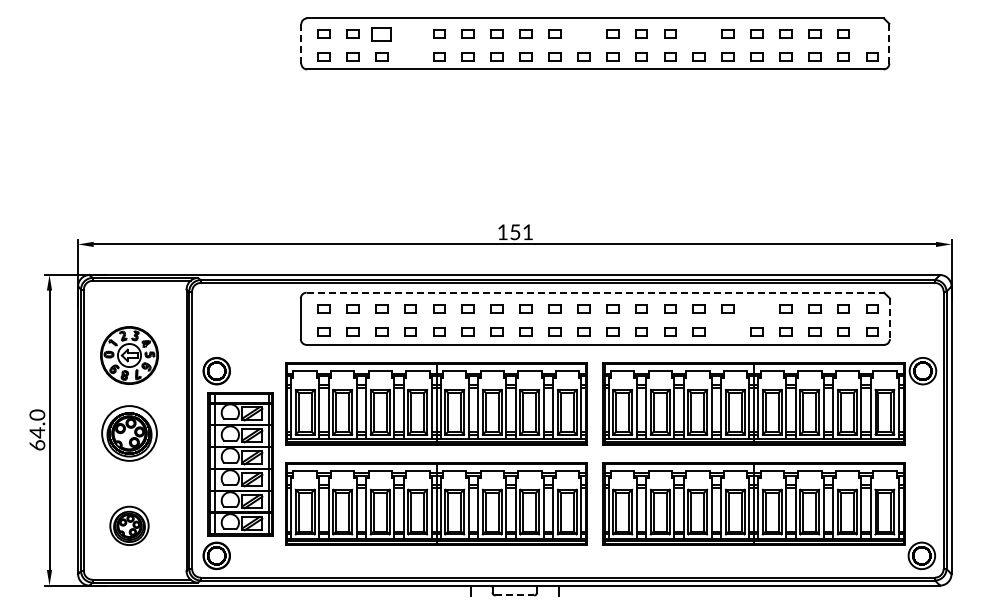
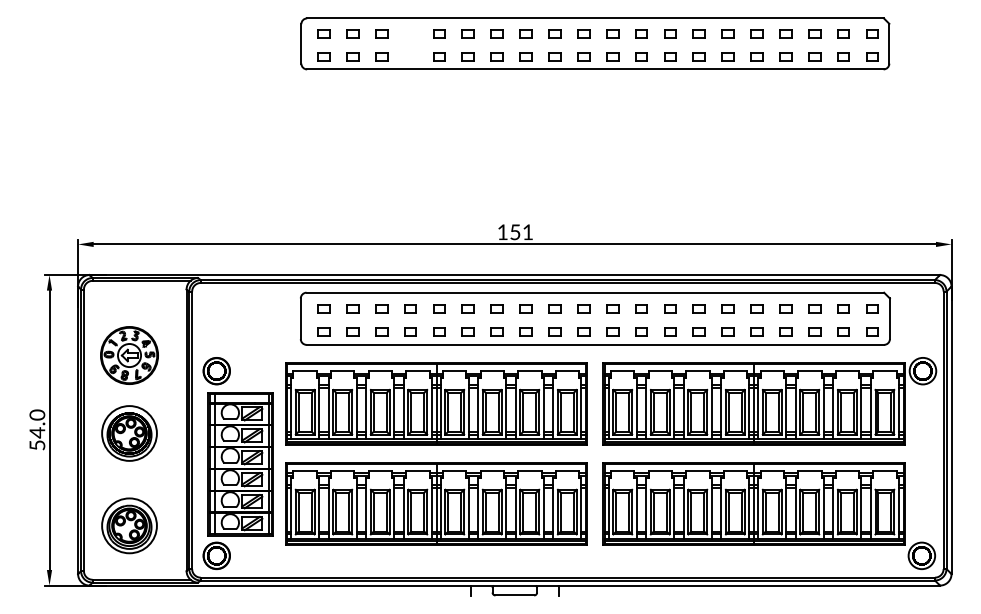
part at (583, 33): none -> present
part at (698, 33): none -> present
part at (872, 33): none -> present
part at (381, 34) size: 21x15 px -> 14x10 px
line at (301, 43): dashed -> solid
line at (889, 43): dashed -> solid
line at (595, 292): dashed -> solid
part at (756, 308): none -> present
line at (889, 319): dashed -> solid
part at (727, 331): none -> present
text at (37, 445): 64.0 -> 54.0
part at (129, 525) size: 41x41 px -> 57x58 px
line at (515, 595): dashed -> solid
